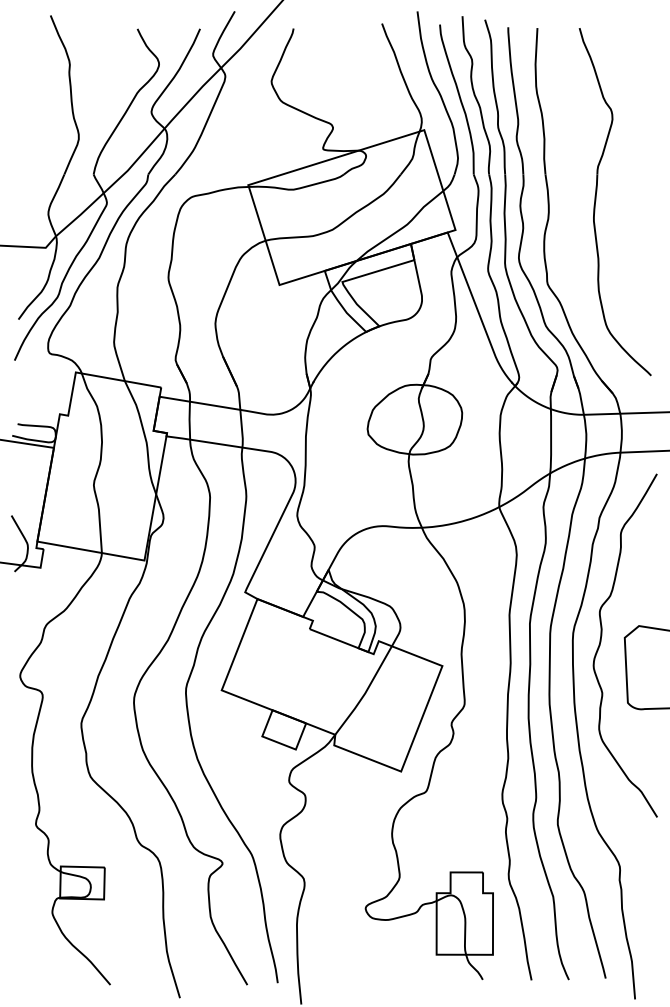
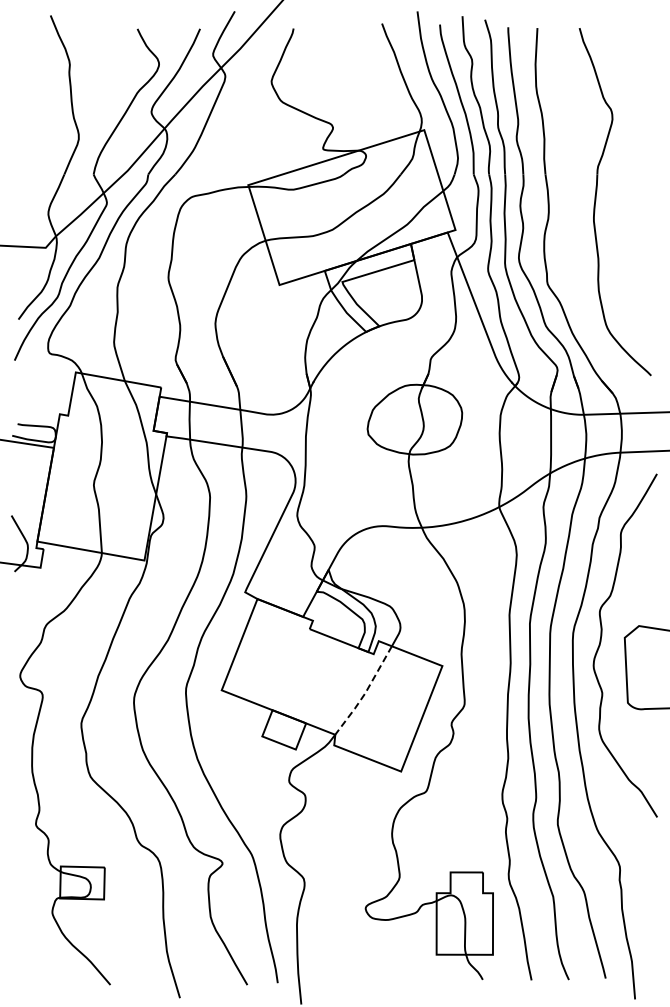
line at (365, 693): solid -> dashed
